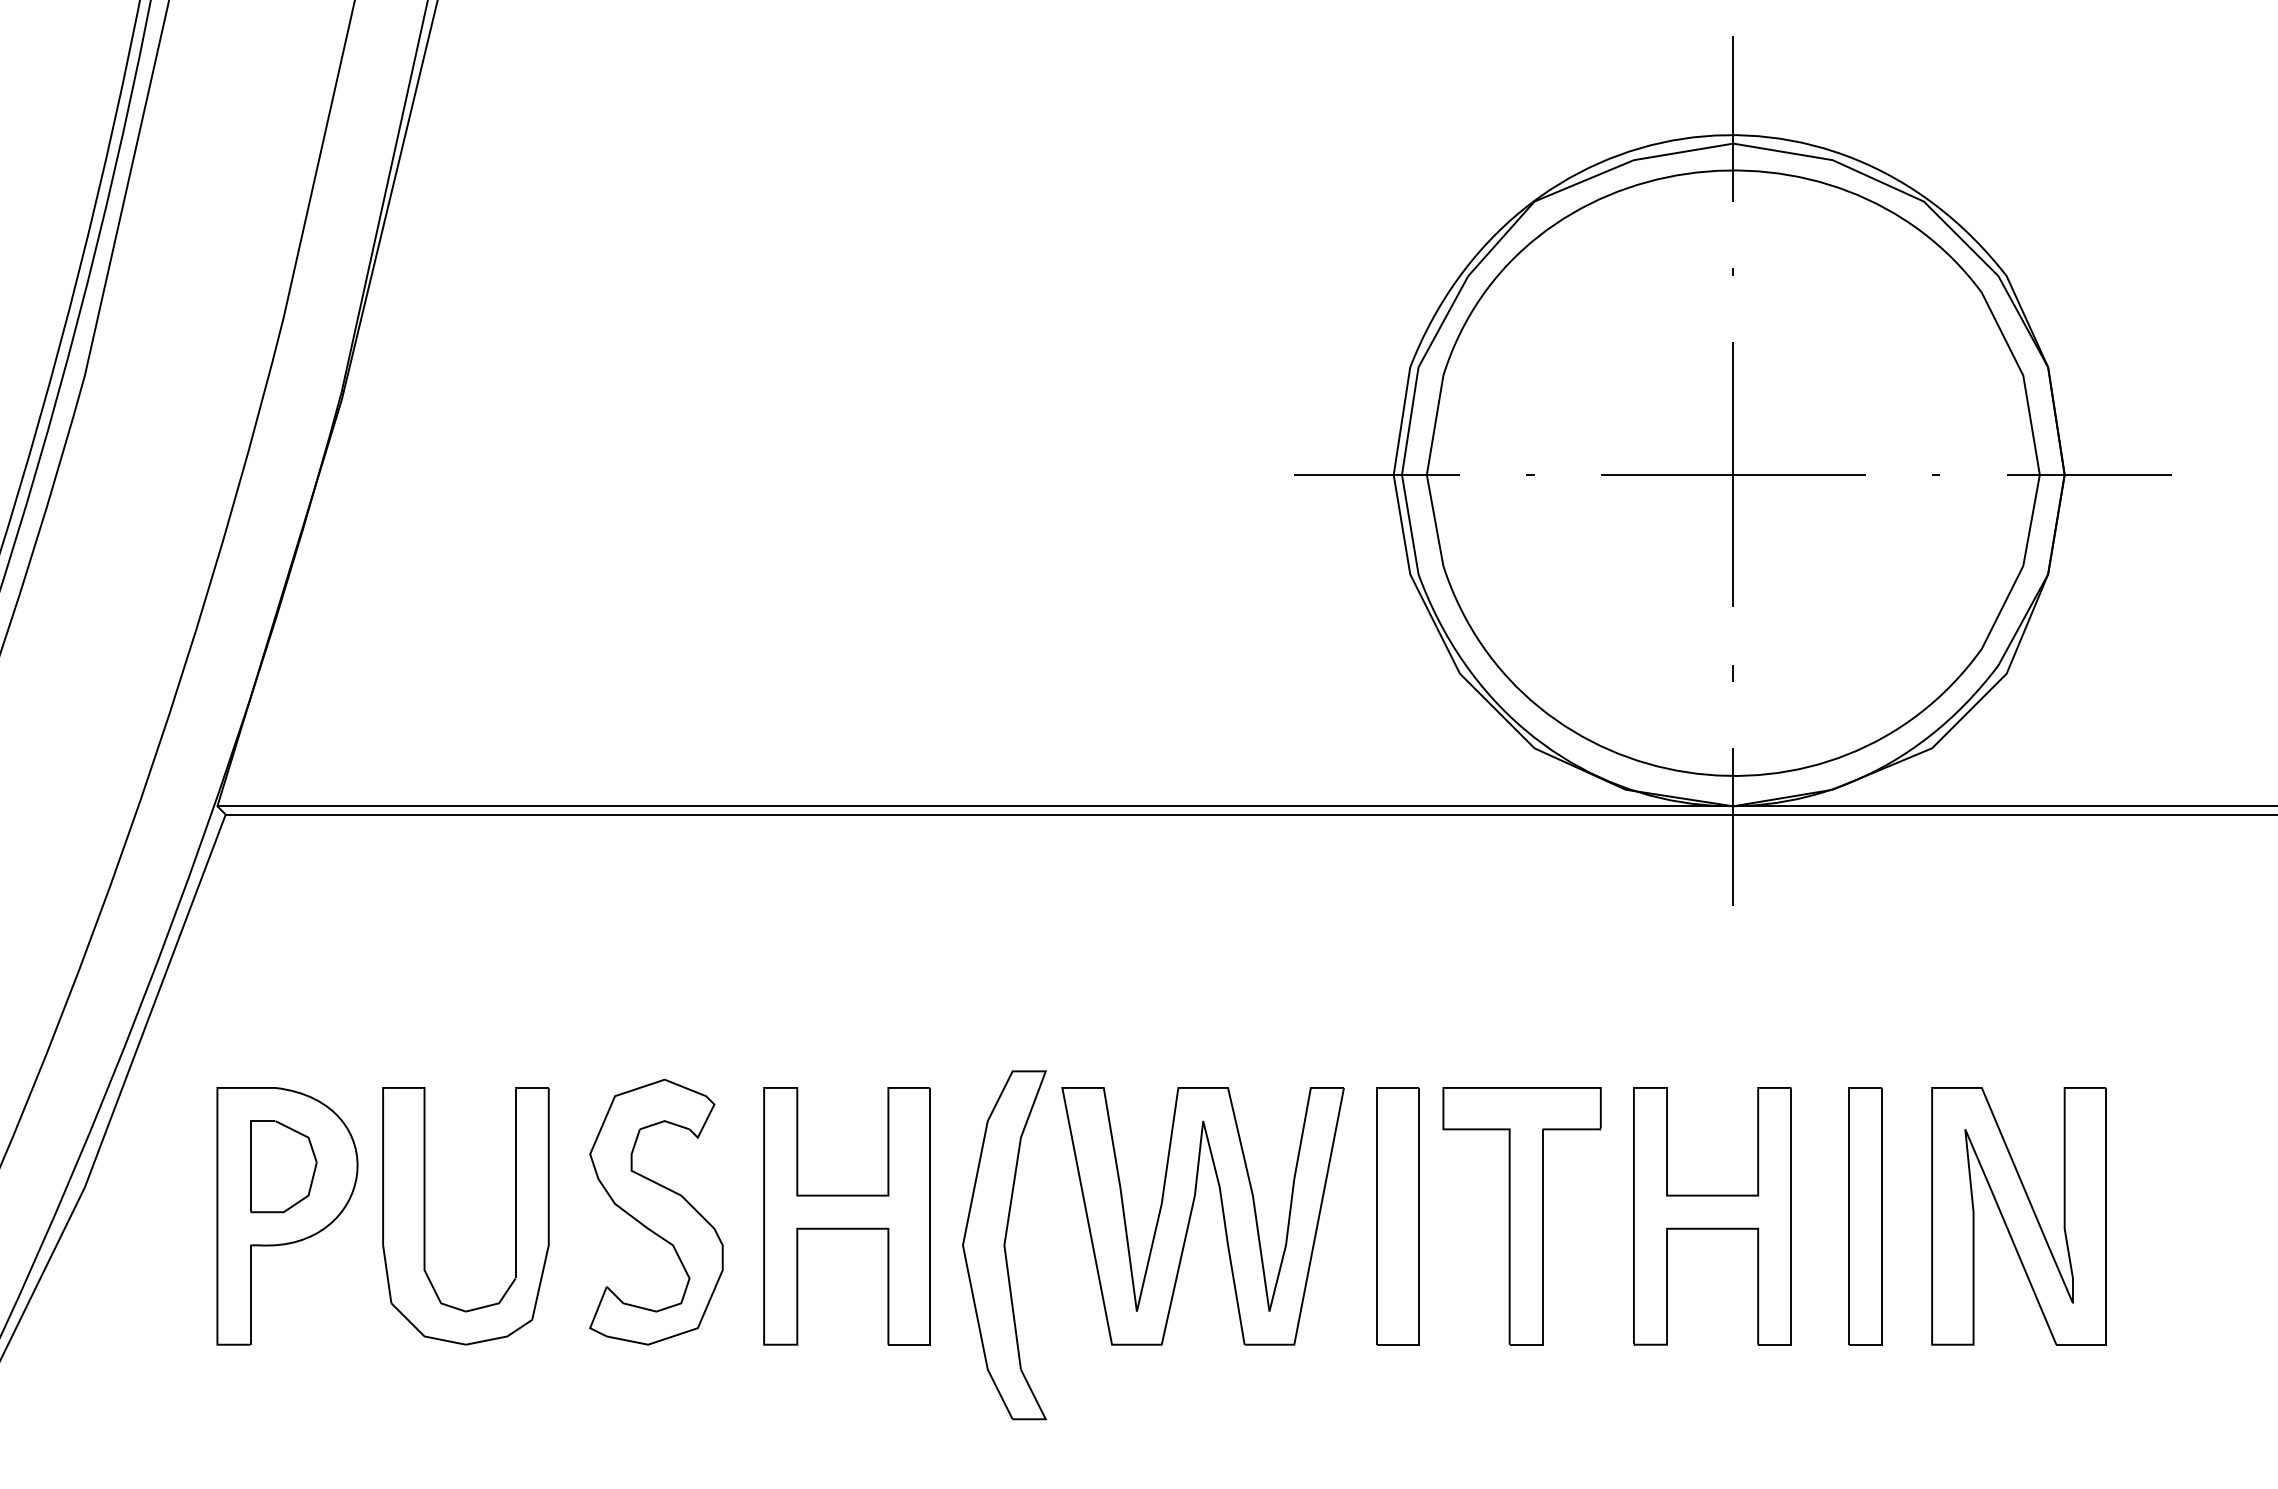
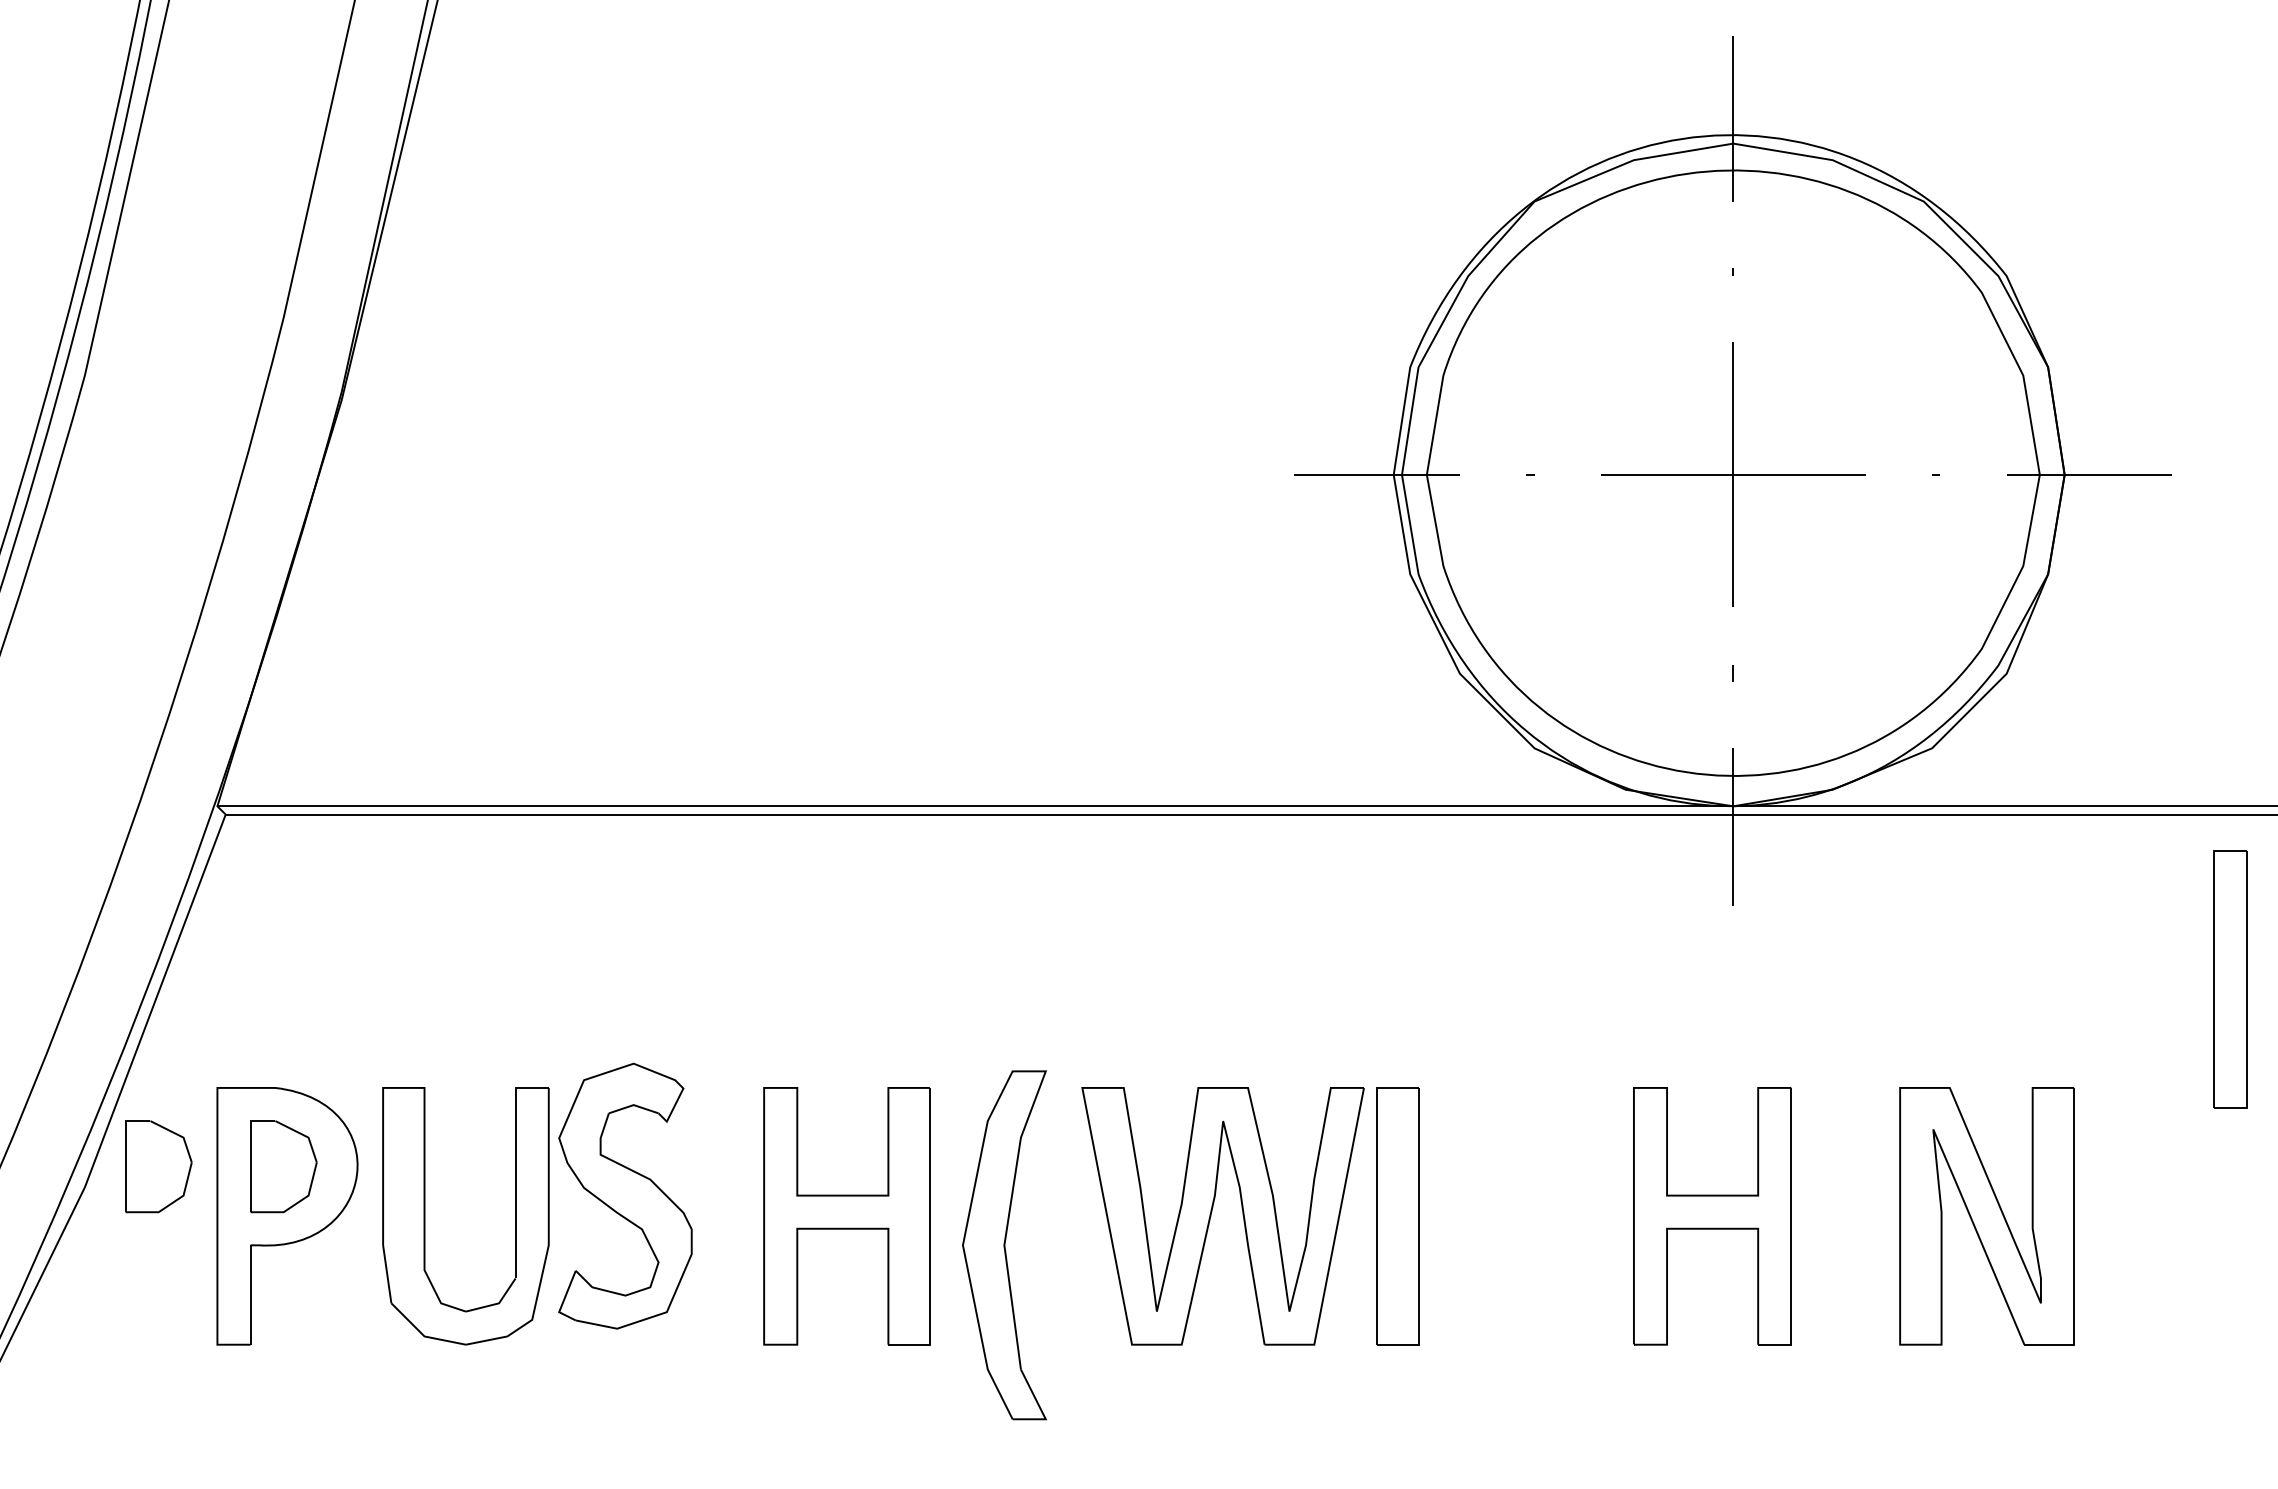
part at (158, 1166): none -> present
part at (656, 1211) position: (656, 1211) -> (625, 1195)
part at (1192, 1212) position: (1192, 1212) -> (1212, 1212)
part at (1521, 1216): present -> none
part at (1865, 1216) position: (1865, 1216) -> (2230, 979)
part at (2018, 1216) position: (2018, 1216) -> (1986, 1216)
